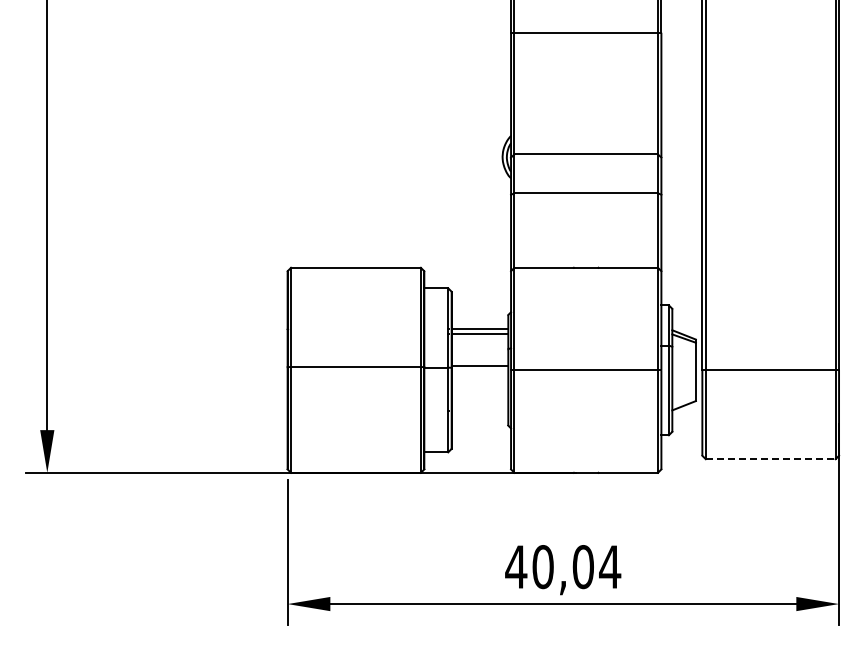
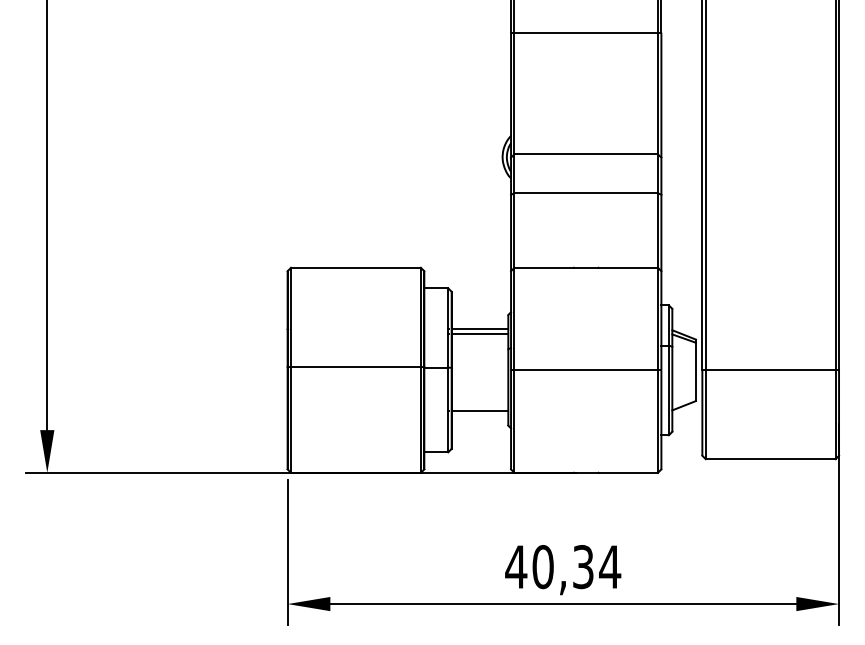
line at (479, 366) position: (479, 366) -> (479, 411)
line at (770, 459): dashed -> solid
text at (582, 567): 40,04 -> 40,34
